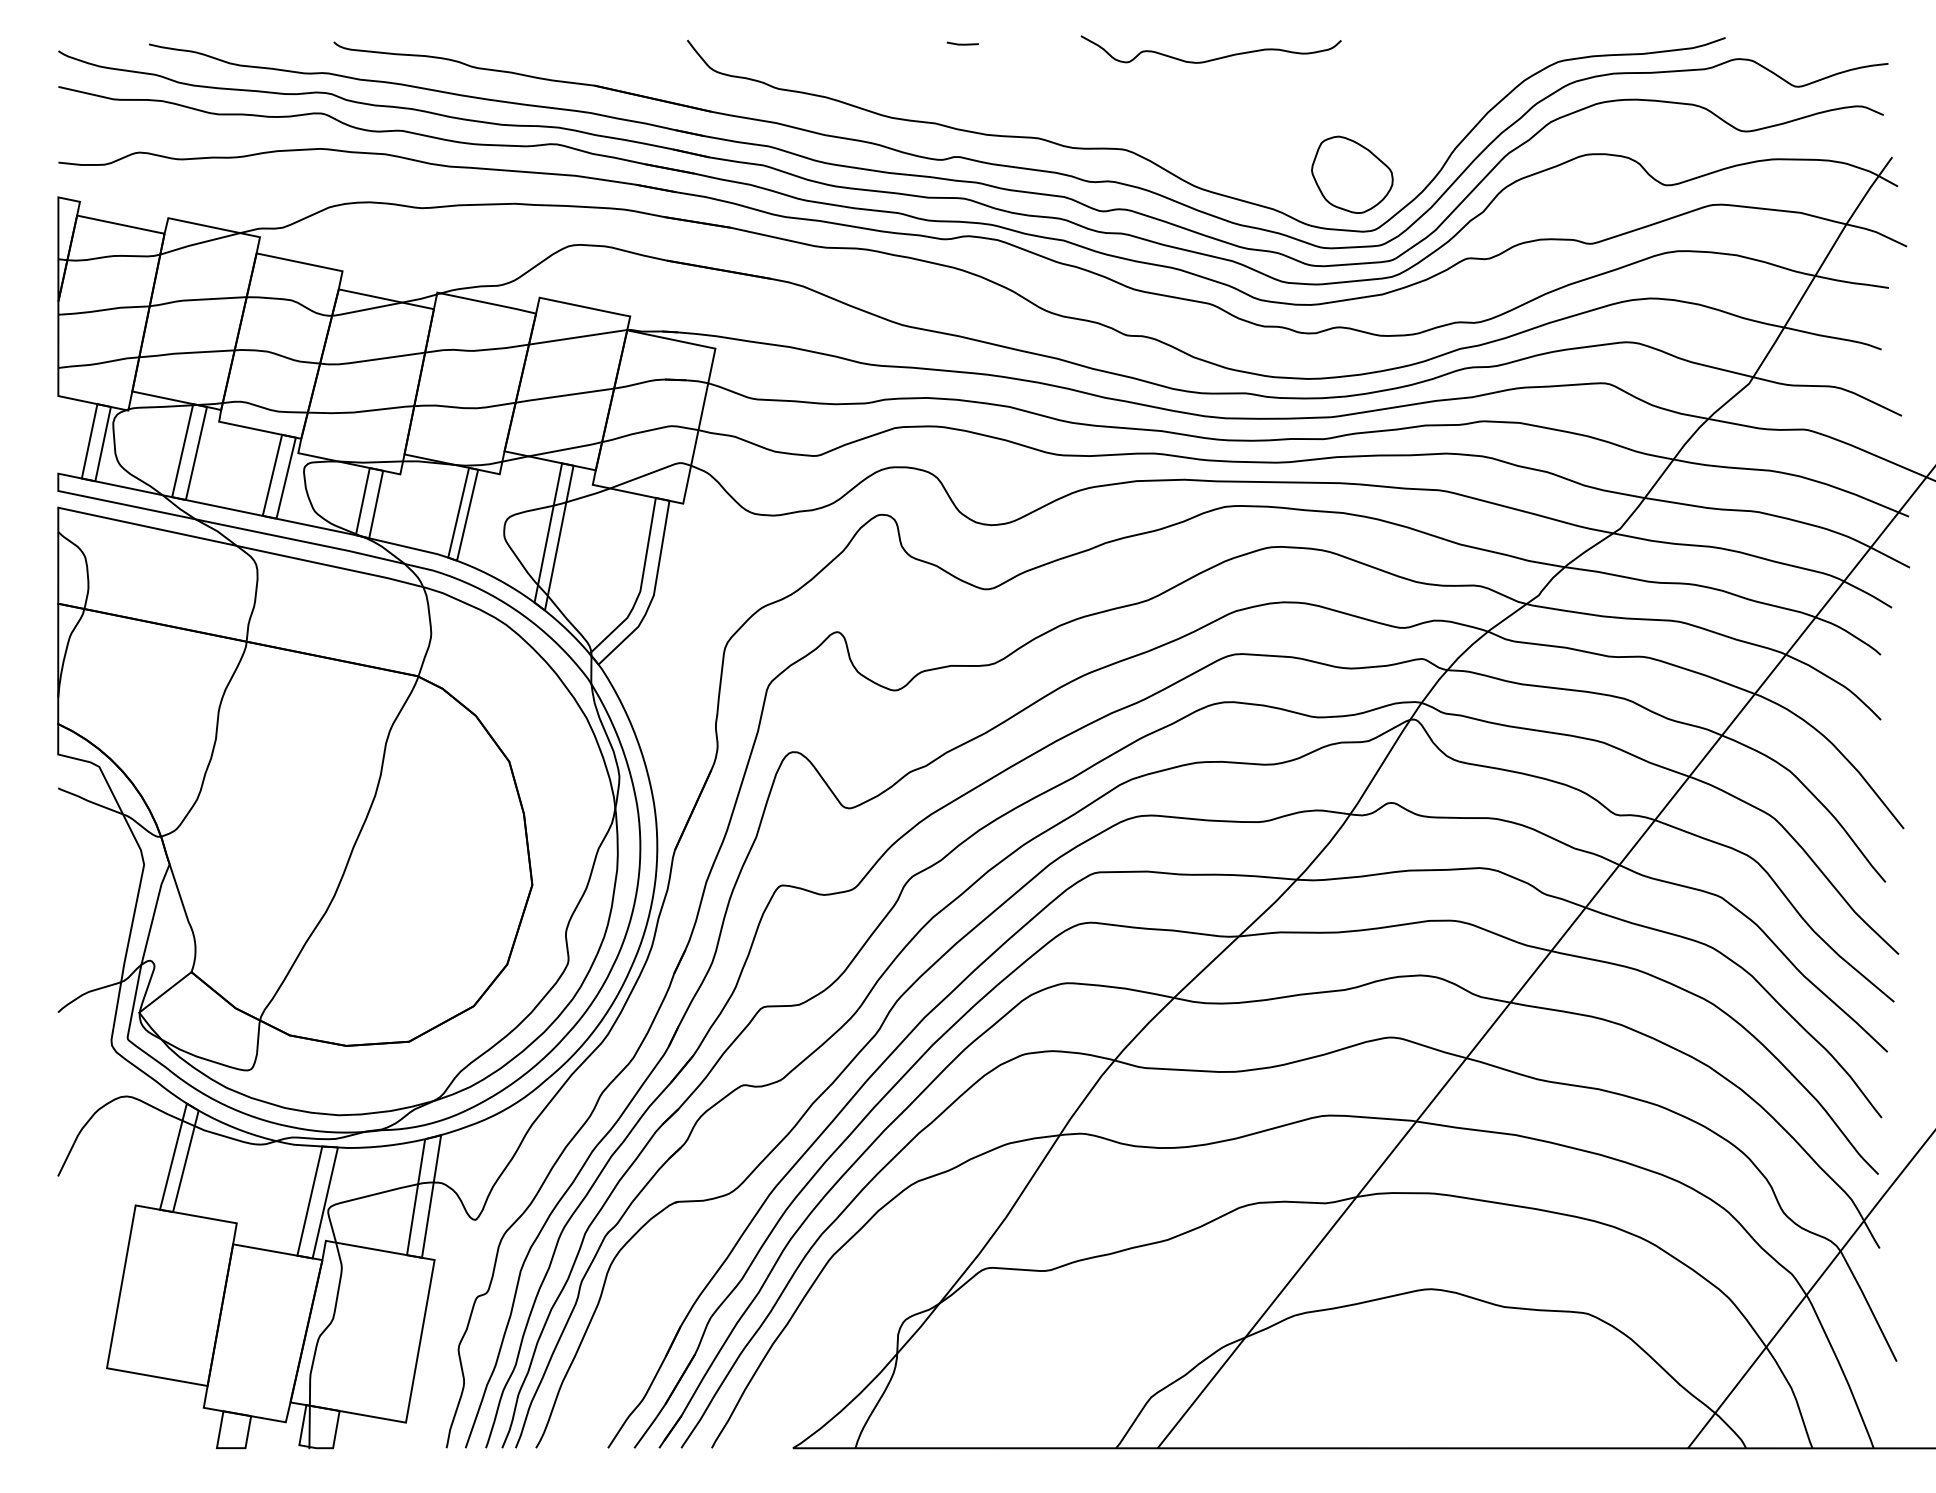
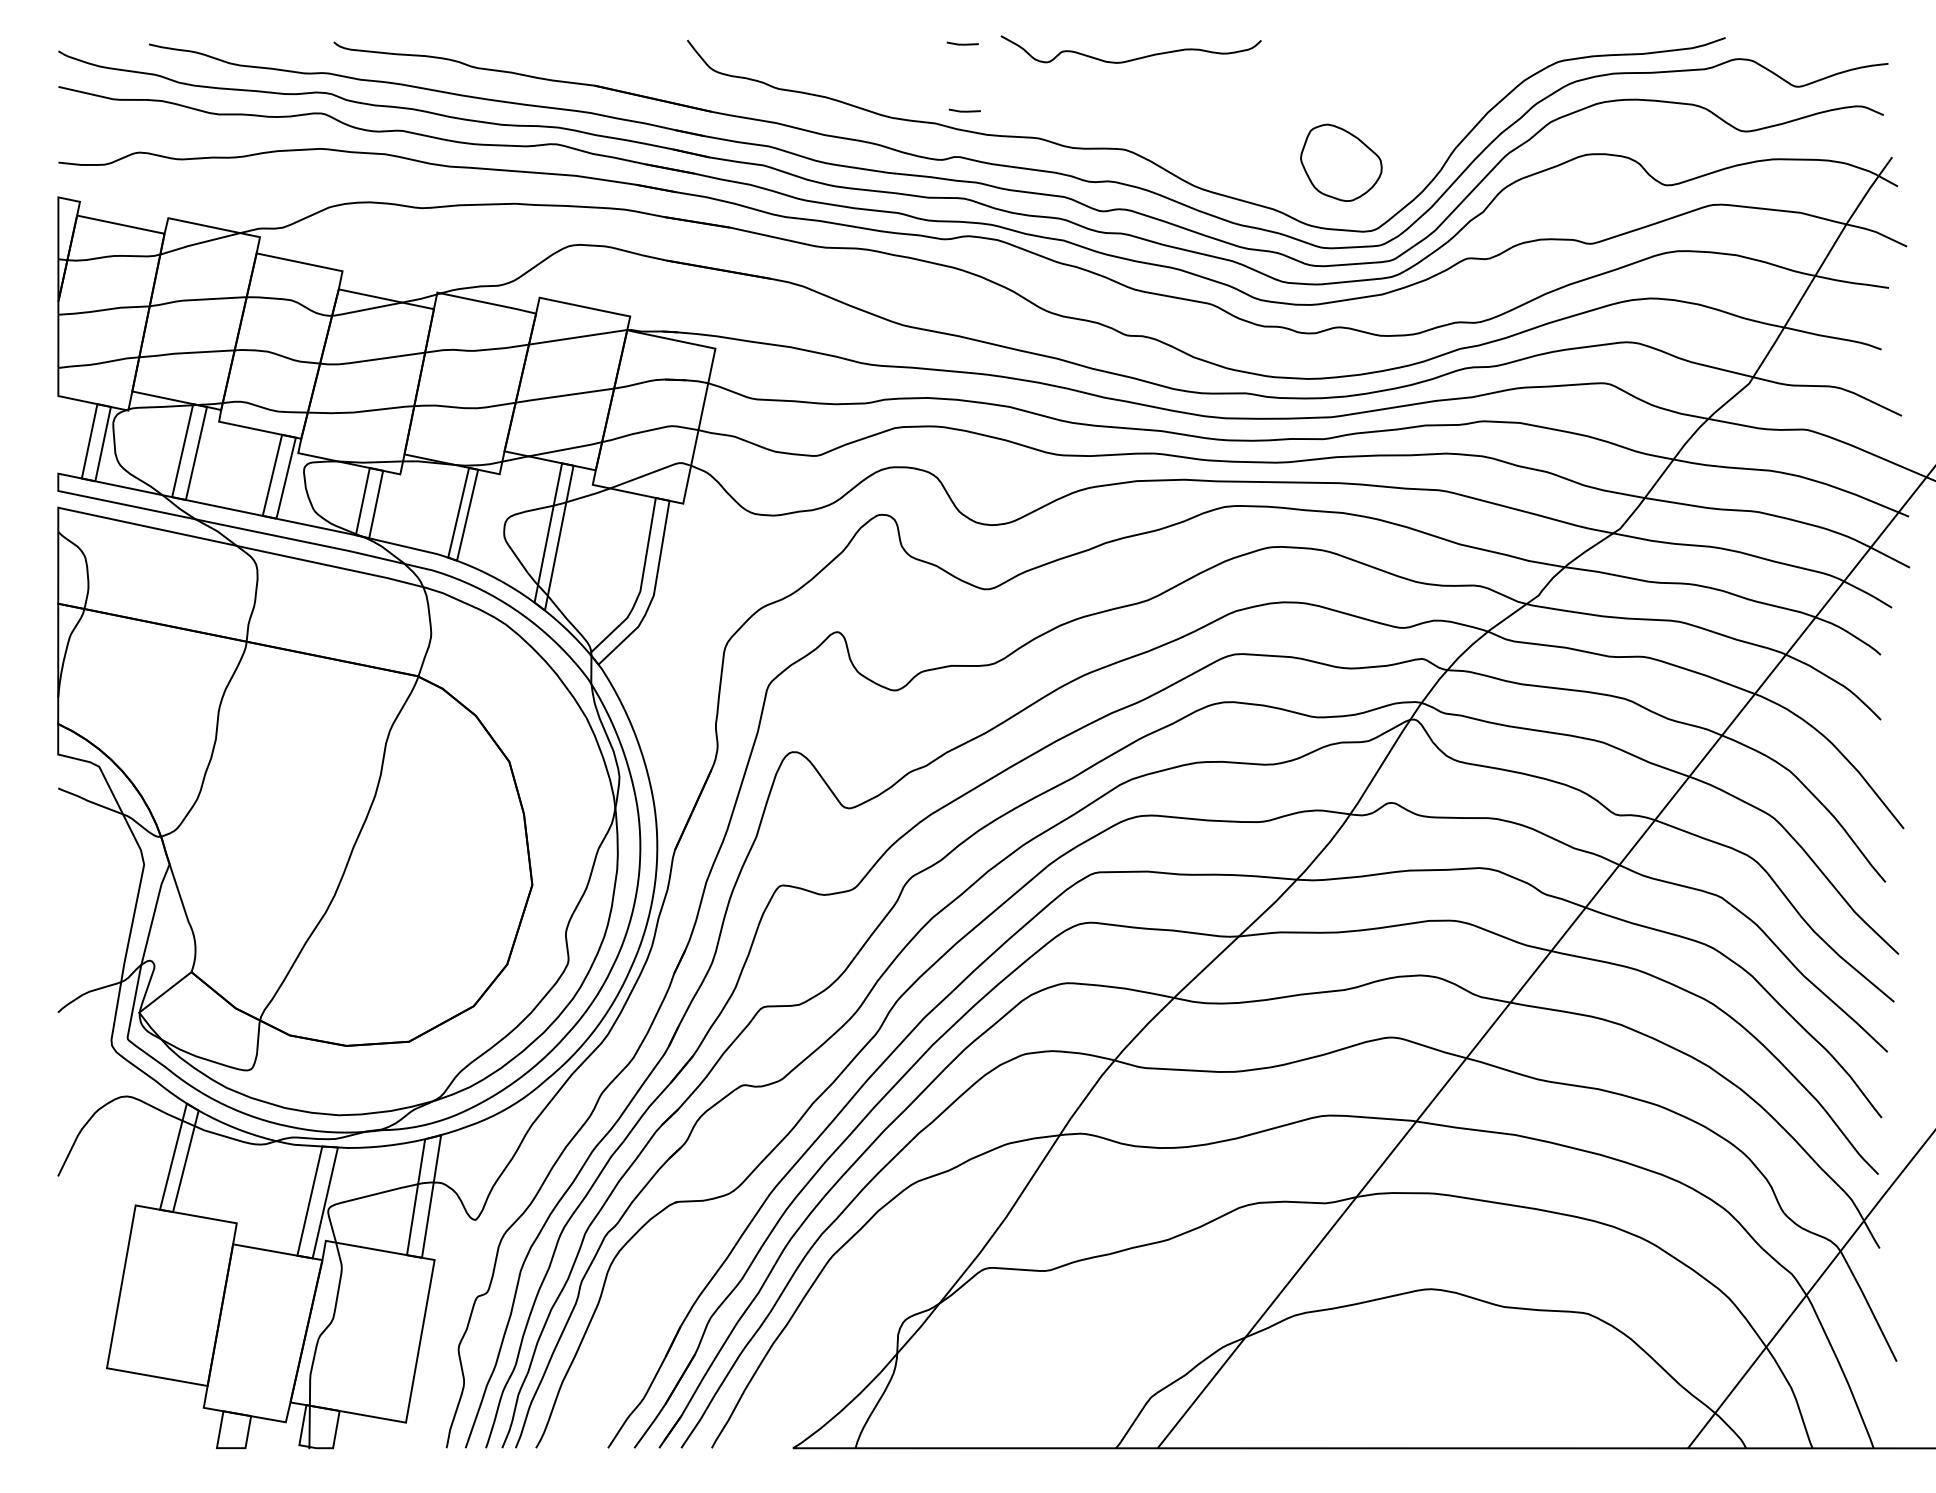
curve at (1214, 58) position: (1214, 58) -> (1134, 58)
line at (964, 110): none -> present
part at (1352, 174) position: (1352, 174) -> (1341, 162)
